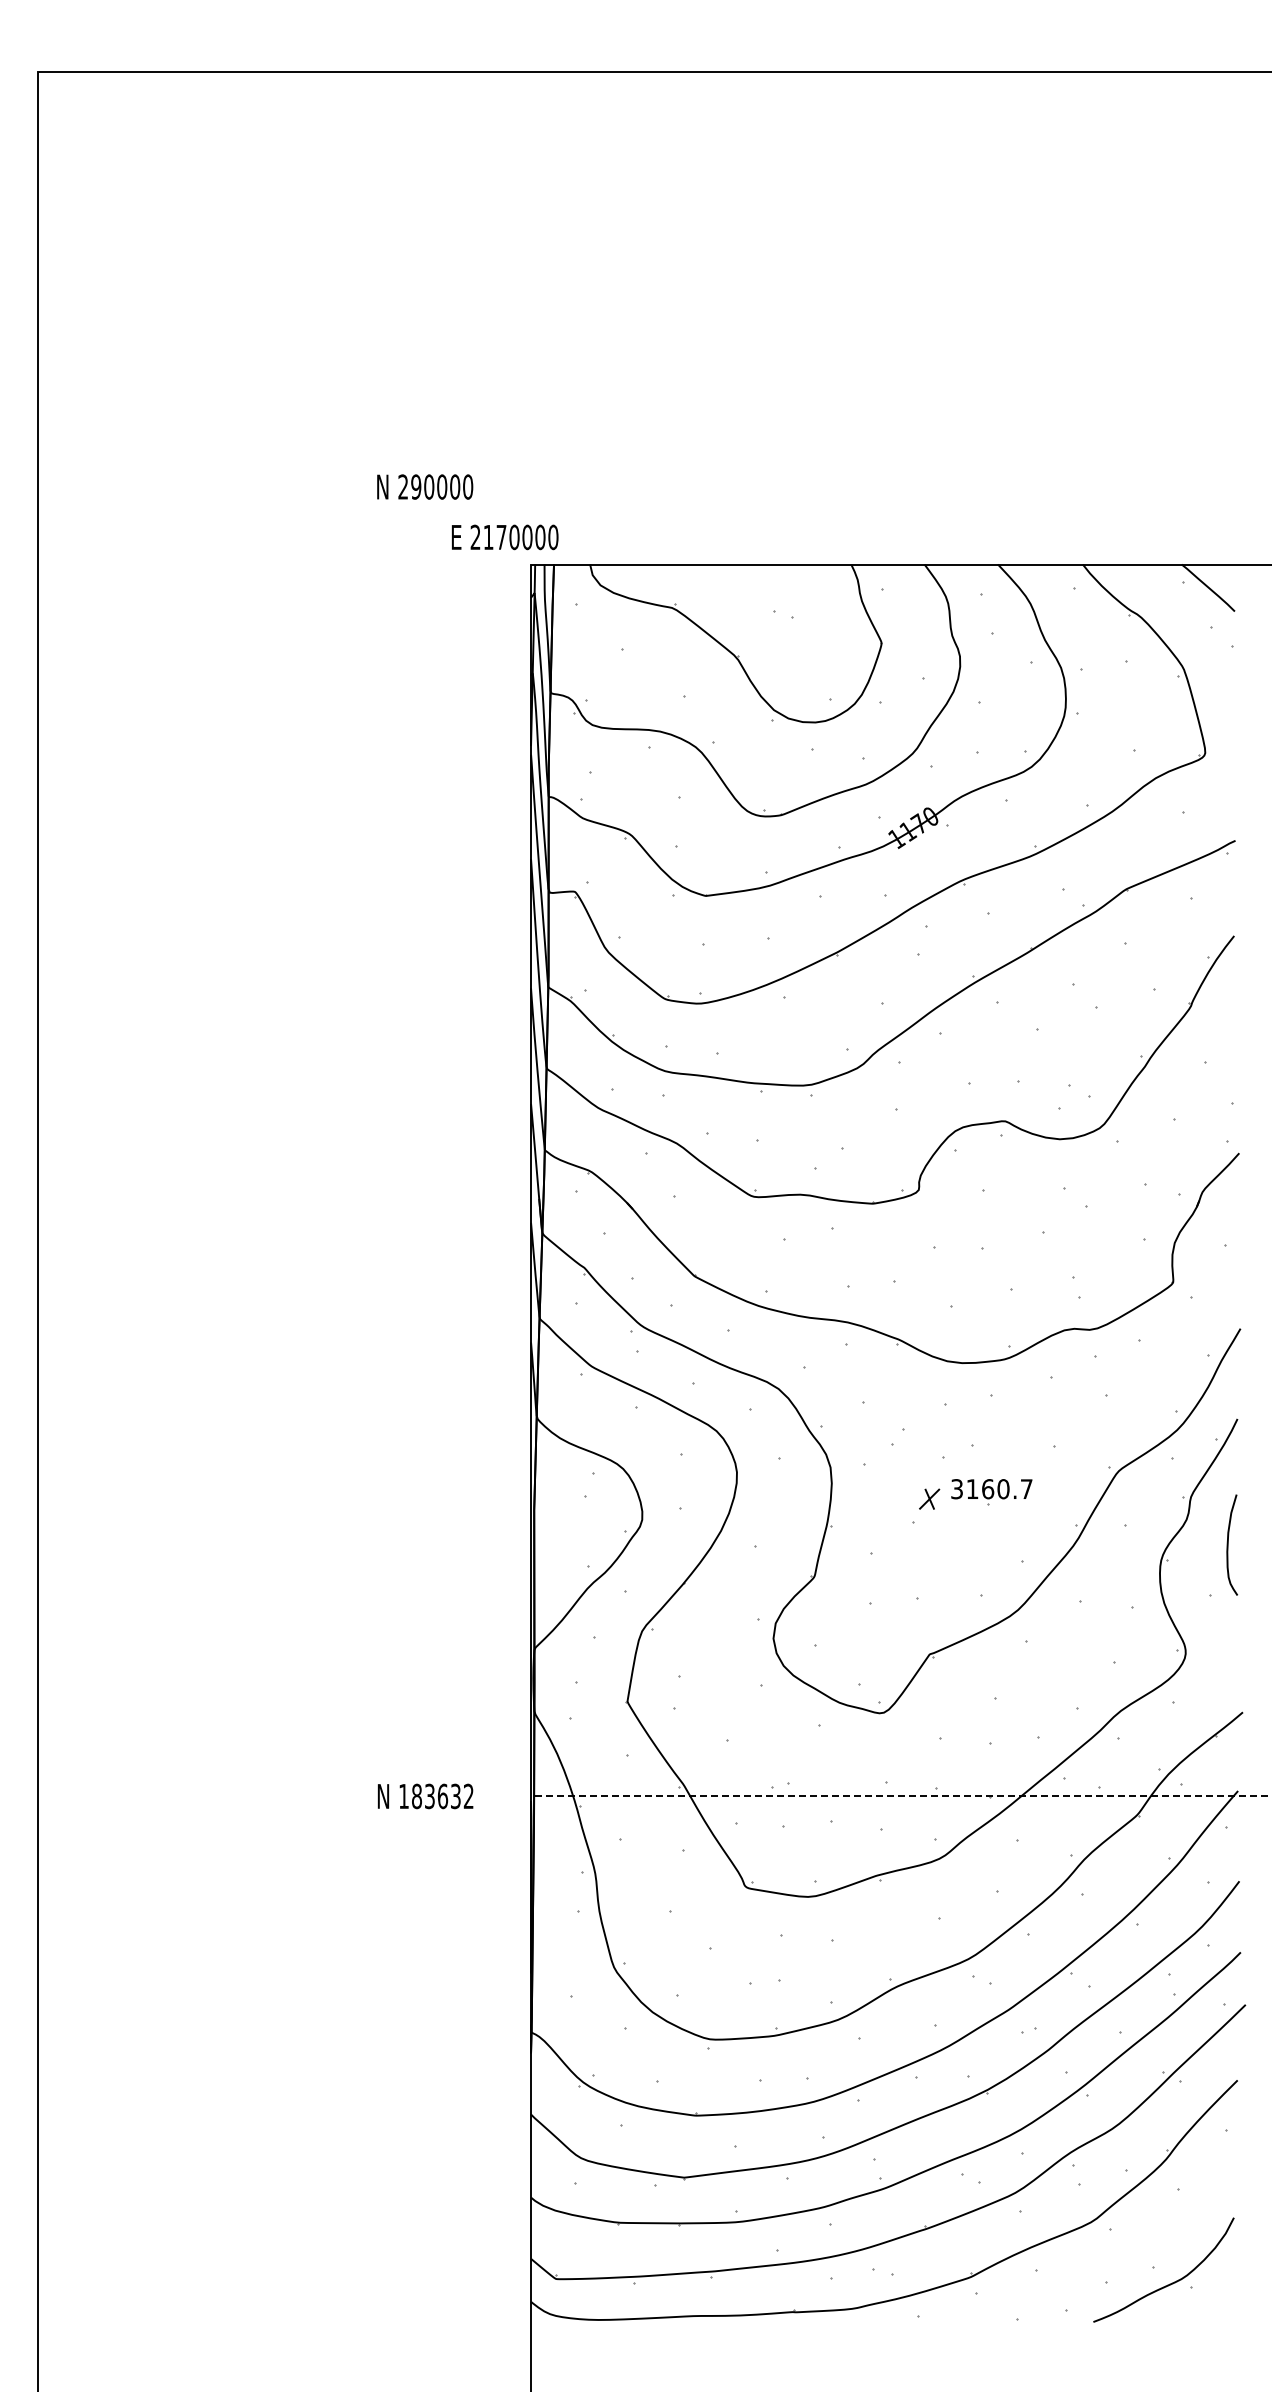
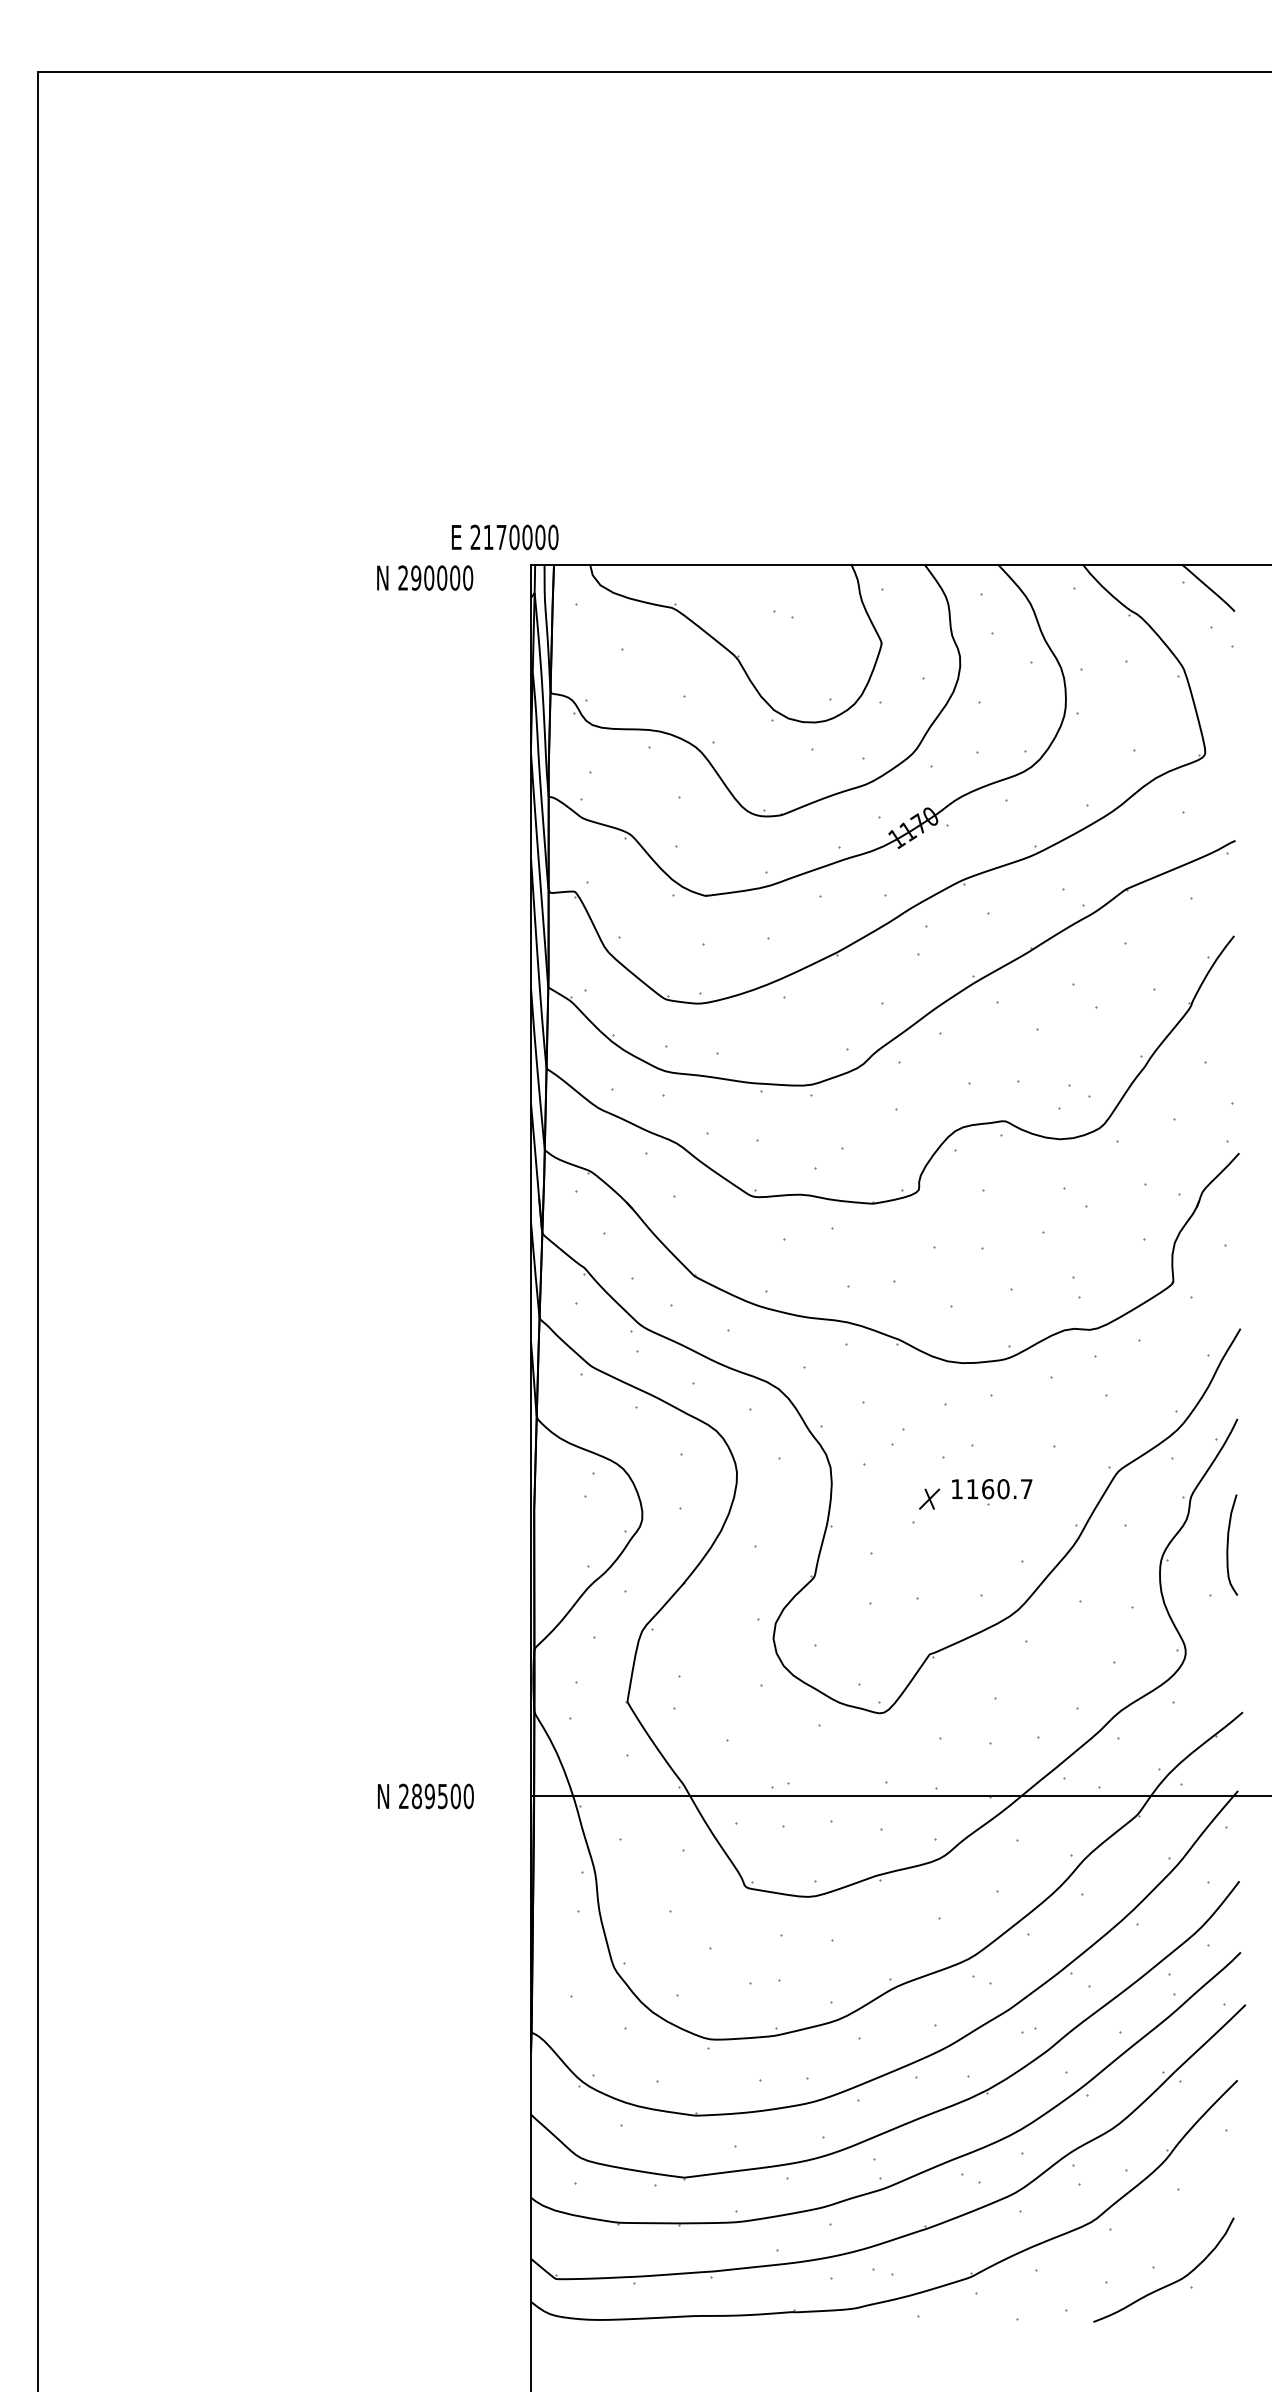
text at (425, 486) position: (425, 486) -> (425, 577)
text at (956, 1489): 3160.7 -> 1160.7
text at (436, 1796): 183632 -> 289500
line at (900, 1796): dashed -> solid
